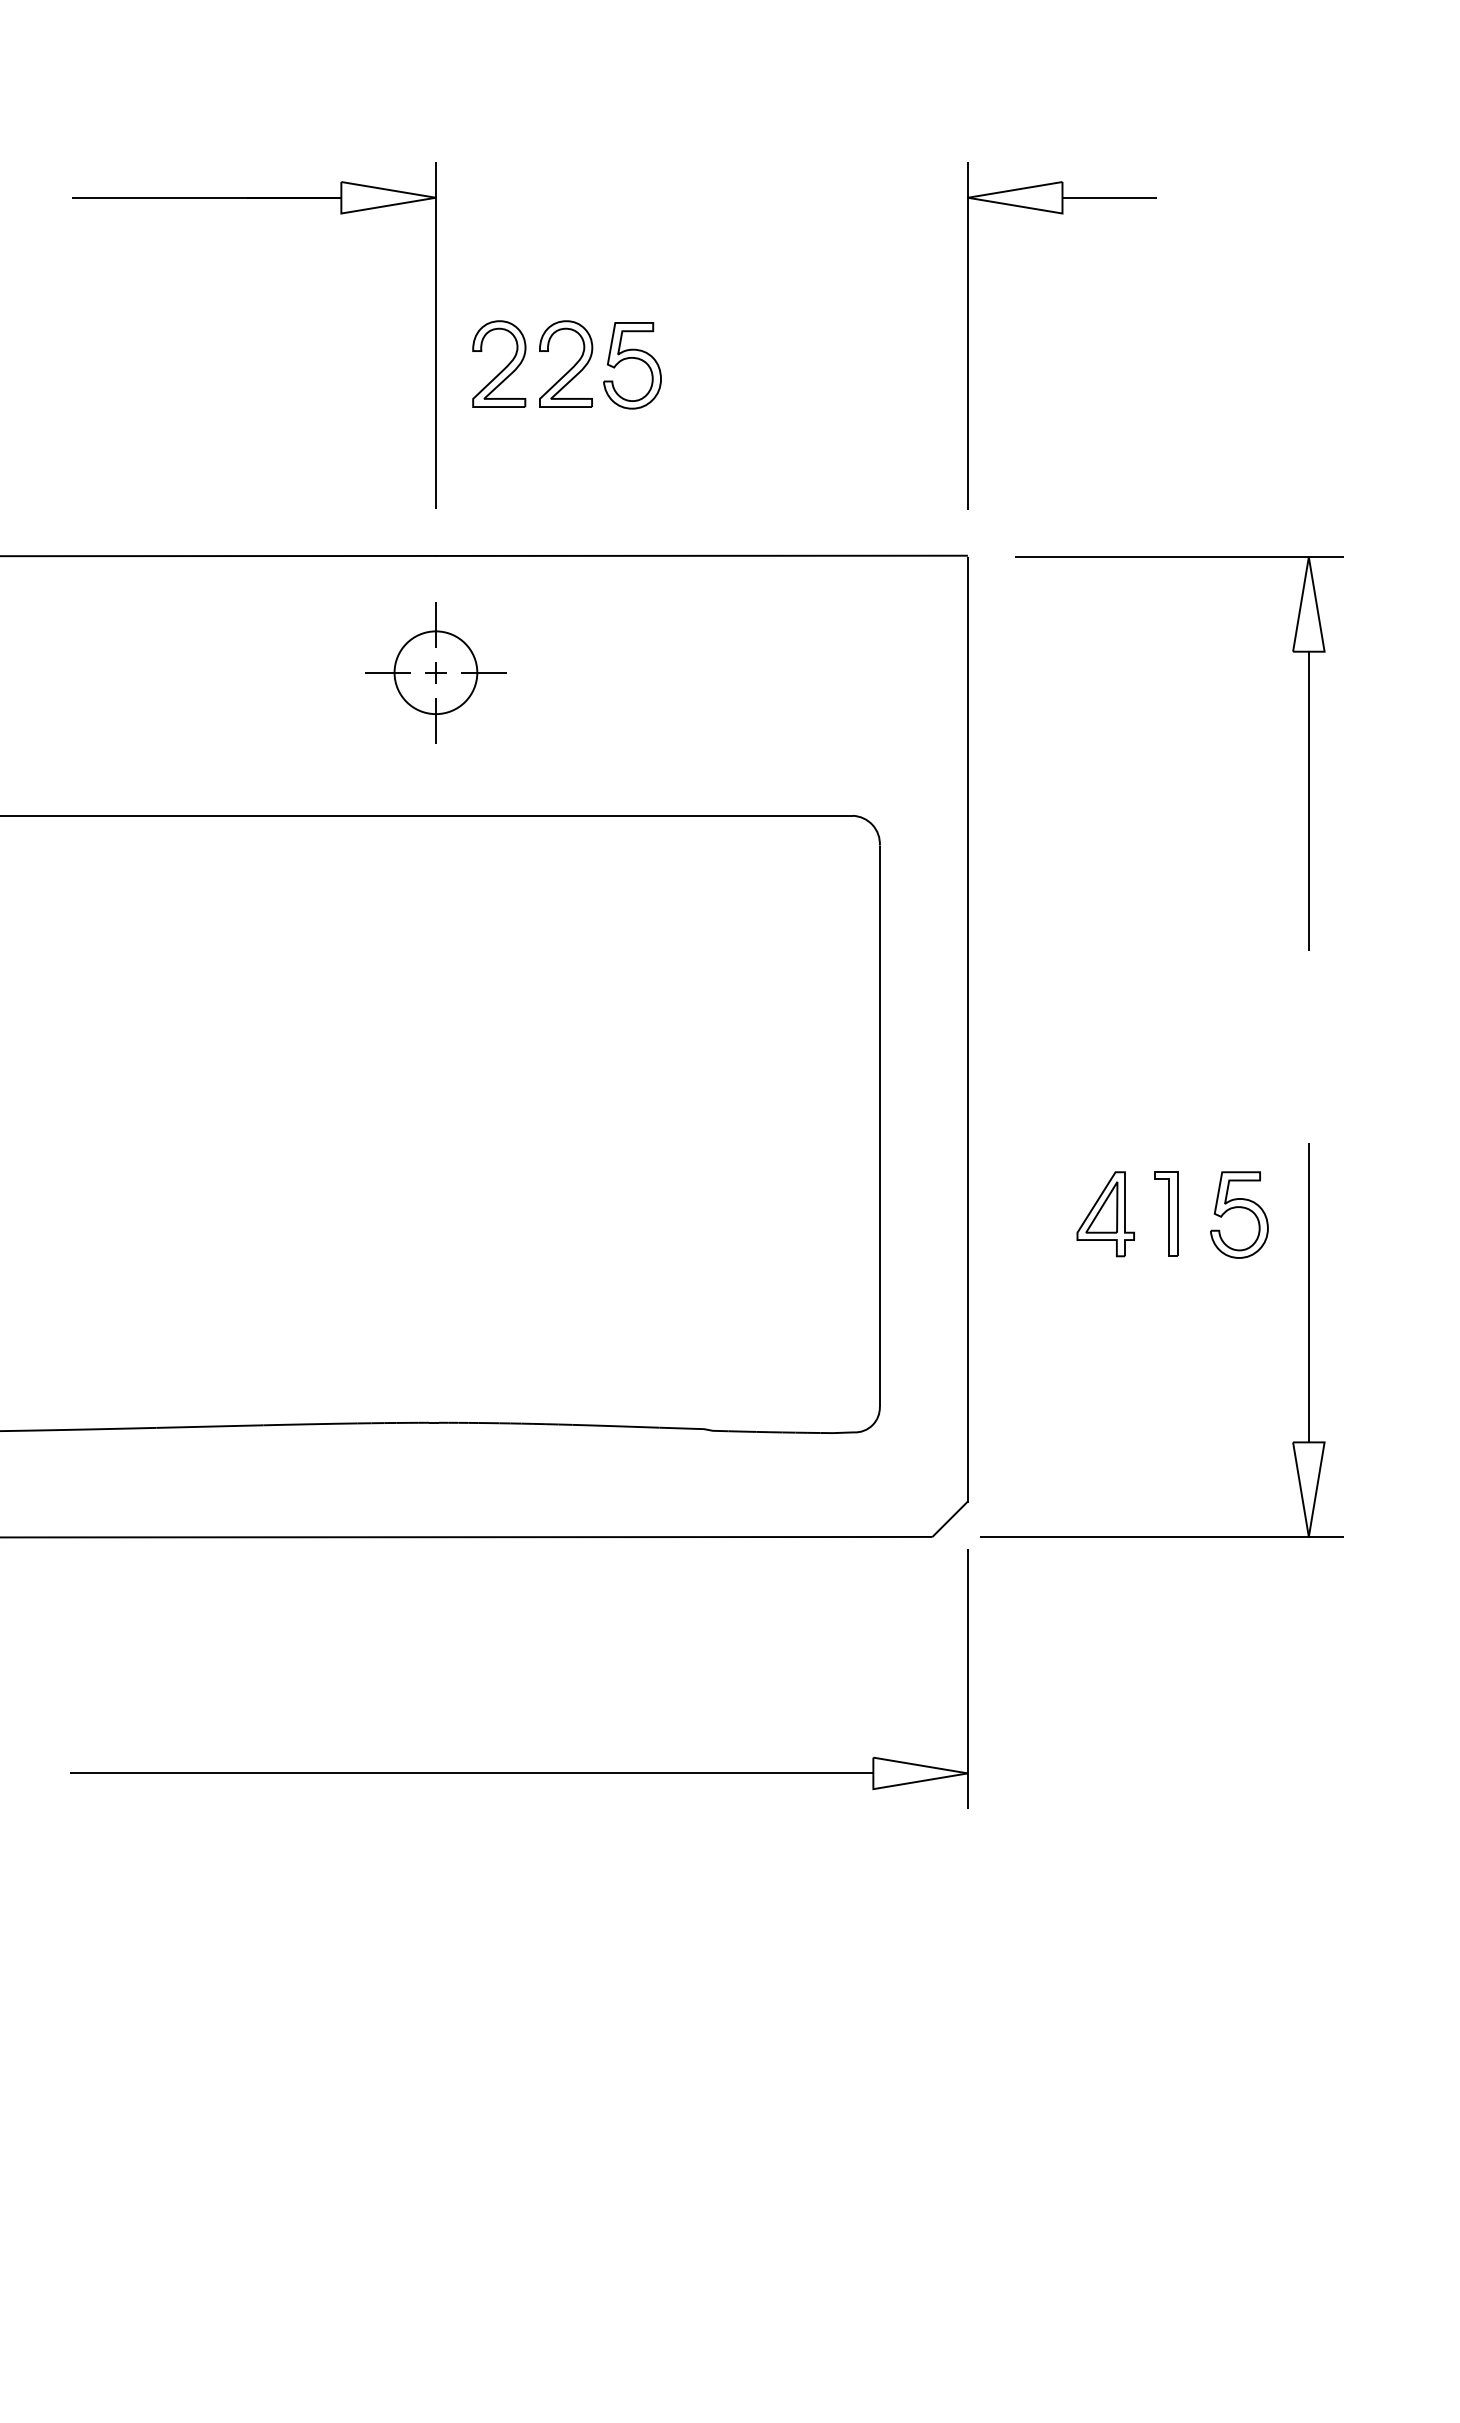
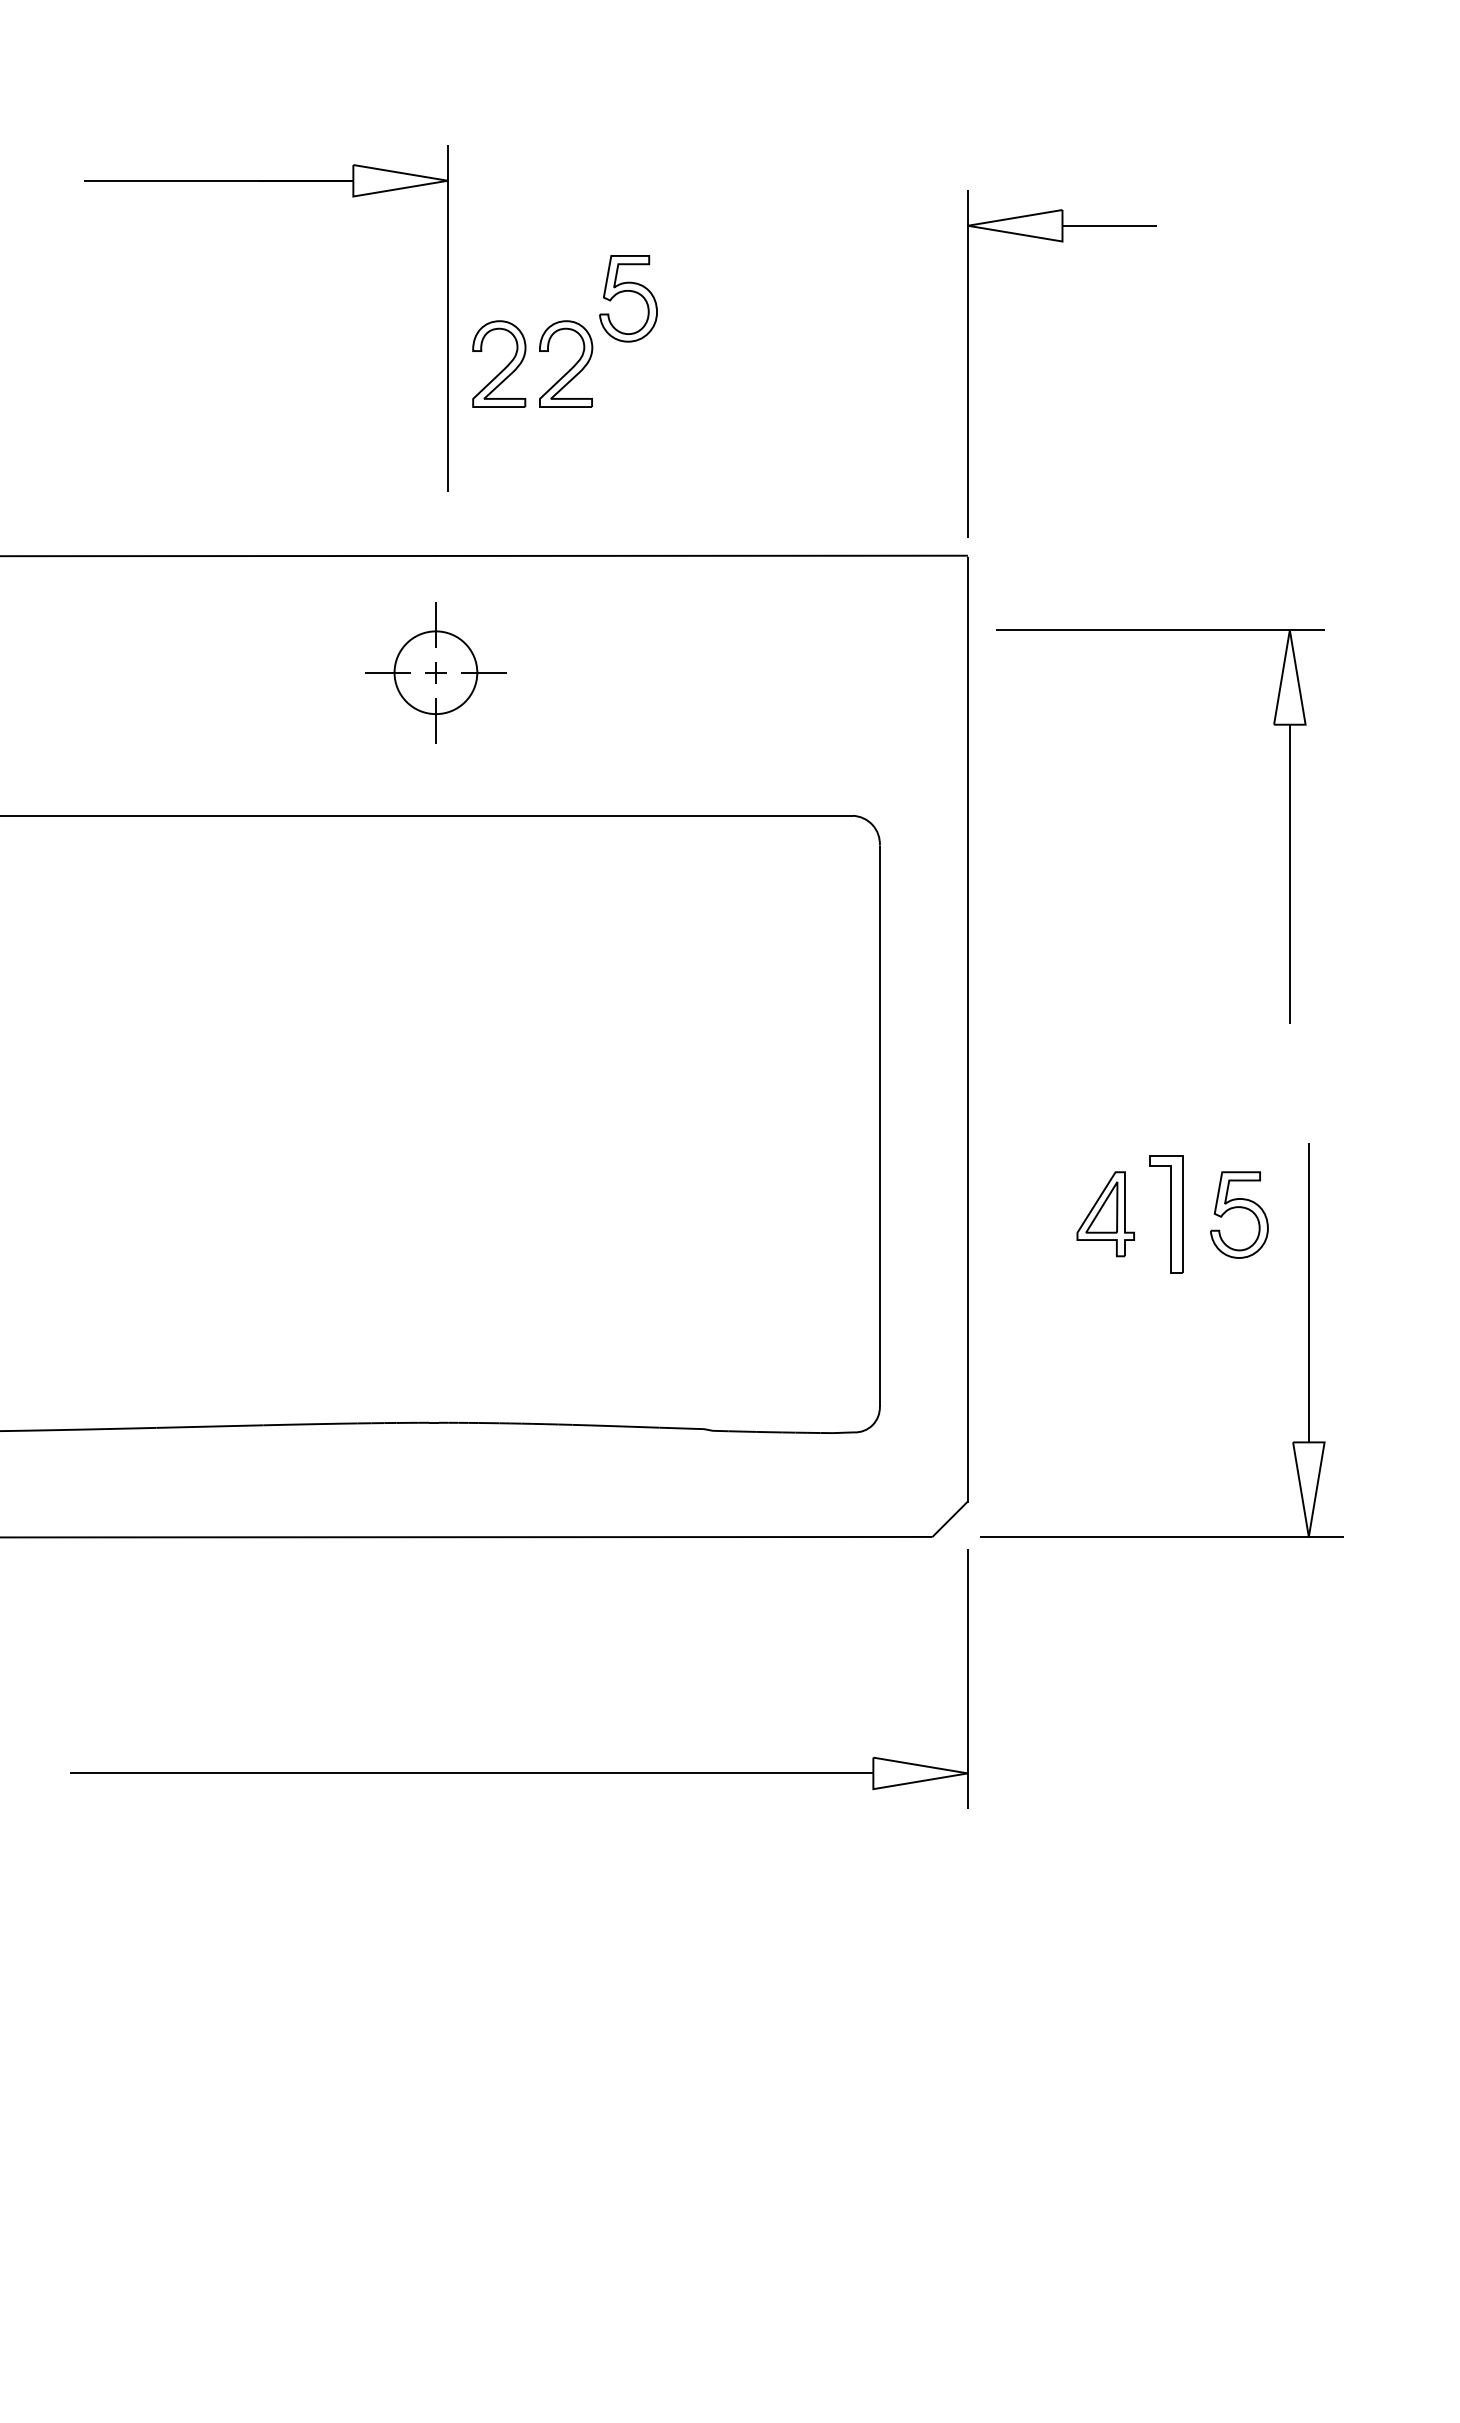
part at (254, 198) position: (254, 198) -> (266, 181)
part at (968, 335) position: (968, 335) -> (968, 363)
part at (635, 359) position: (635, 359) -> (631, 292)
part at (1308, 753) position: (1308, 753) -> (1289, 826)
part at (1166, 1213) size: 25x86 px -> 35x119 px
